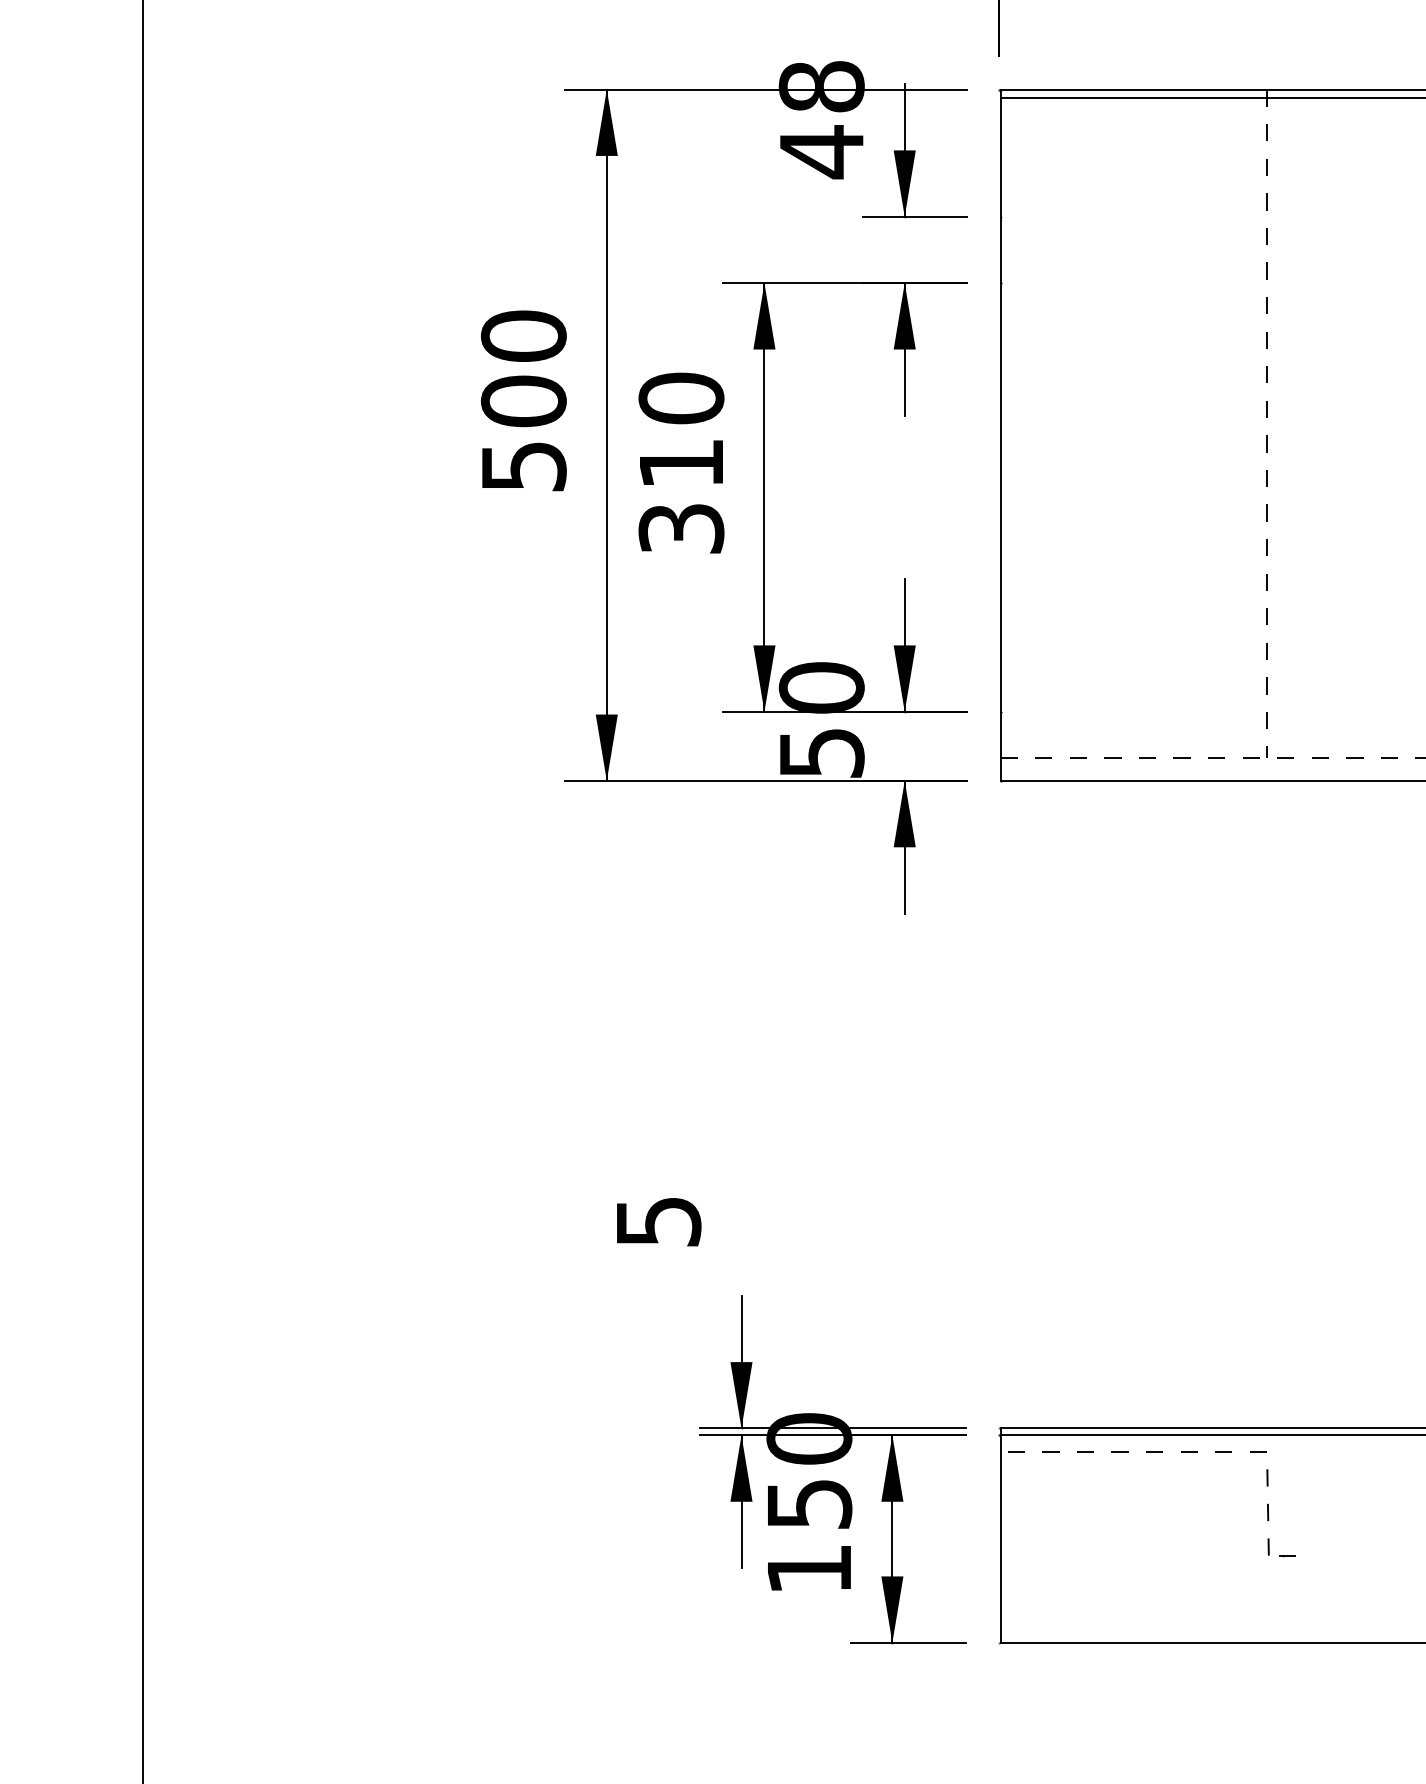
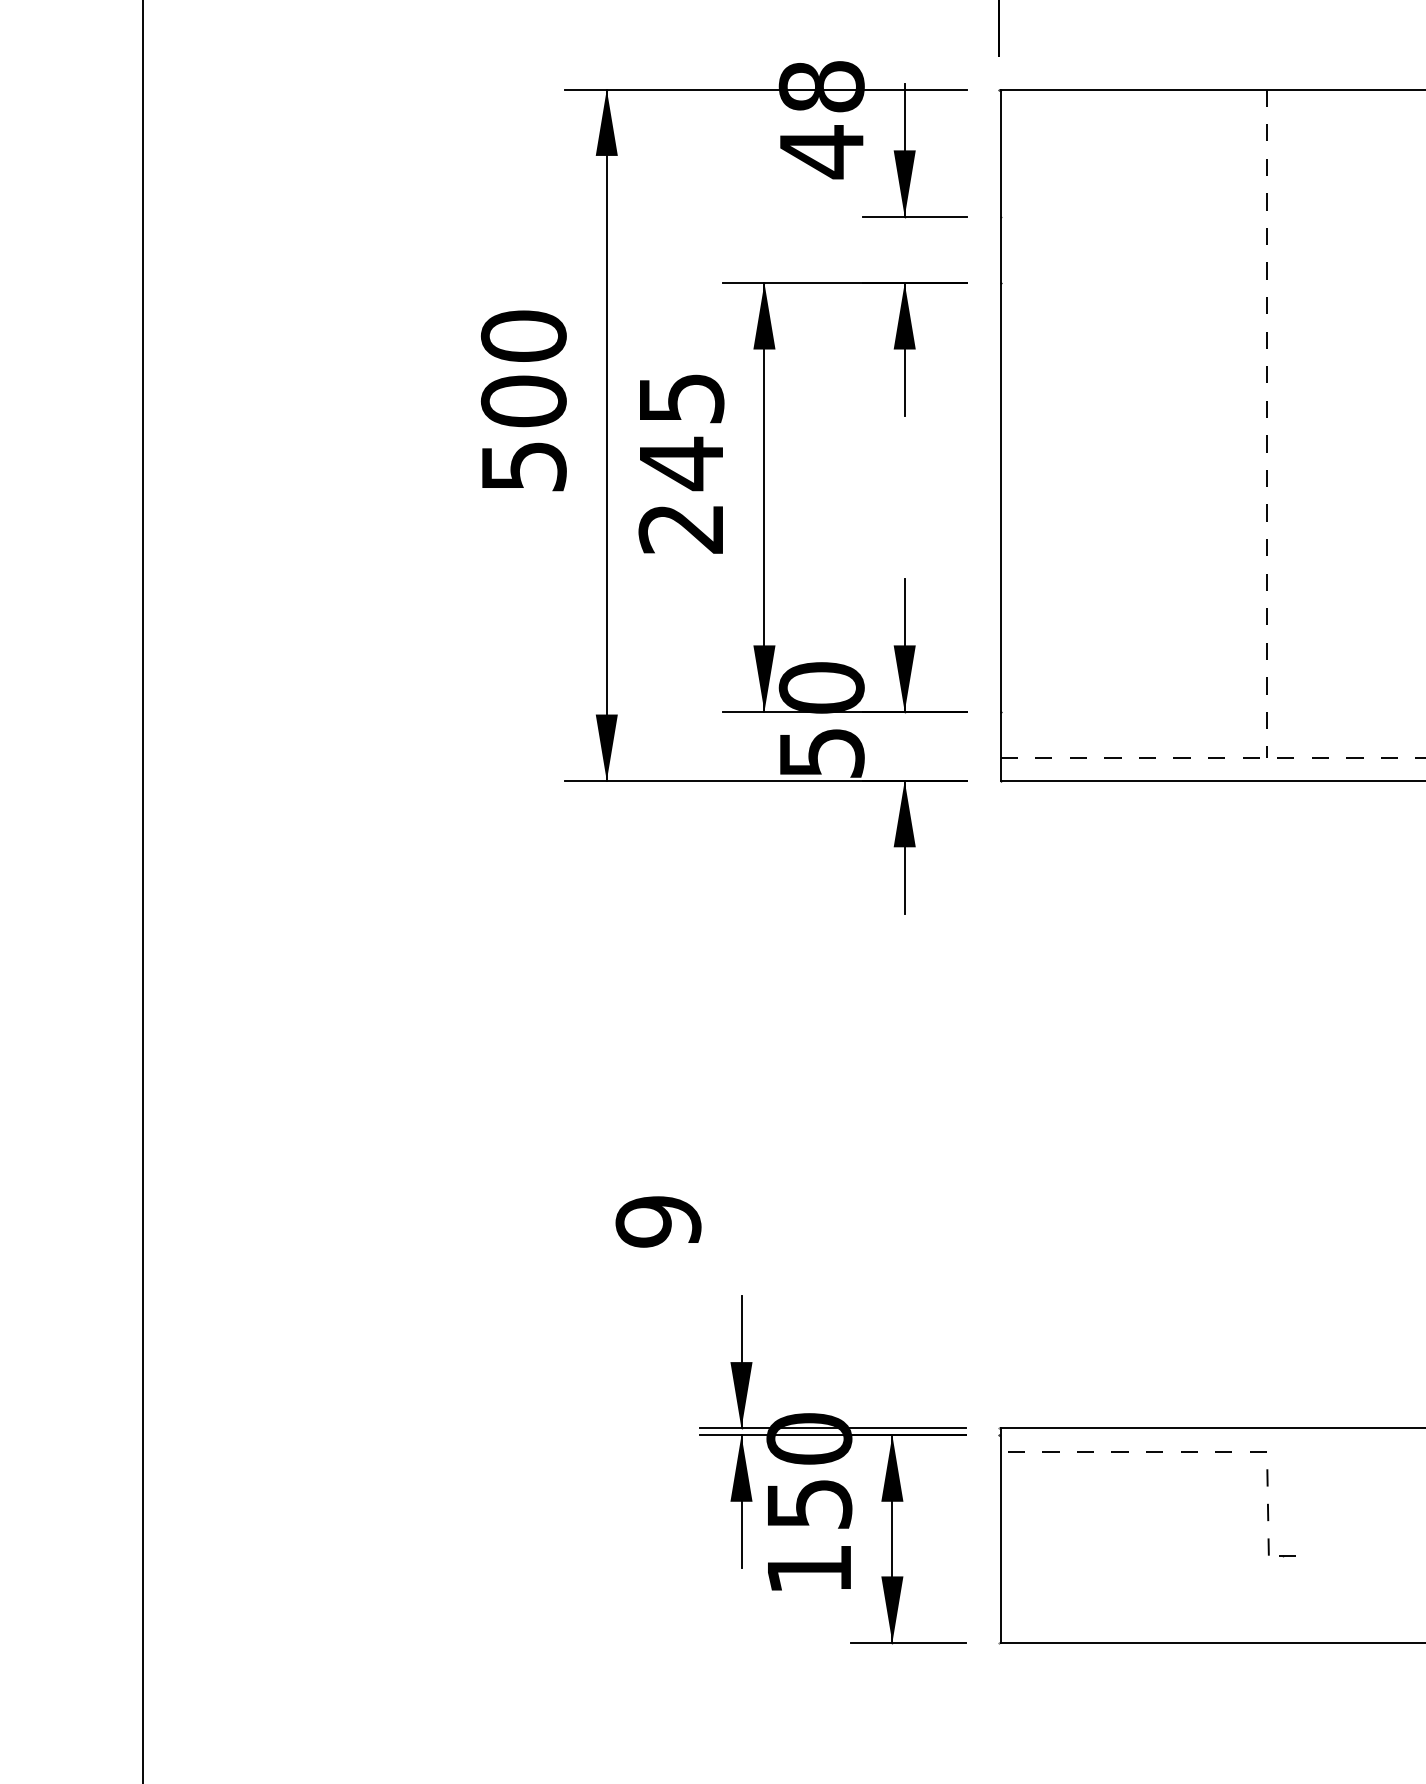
line at (1211, 97): present -> none
text at (681, 462): 310 -> 245
text at (658, 1221): 5 -> 9
line at (1211, 1435): present -> none
